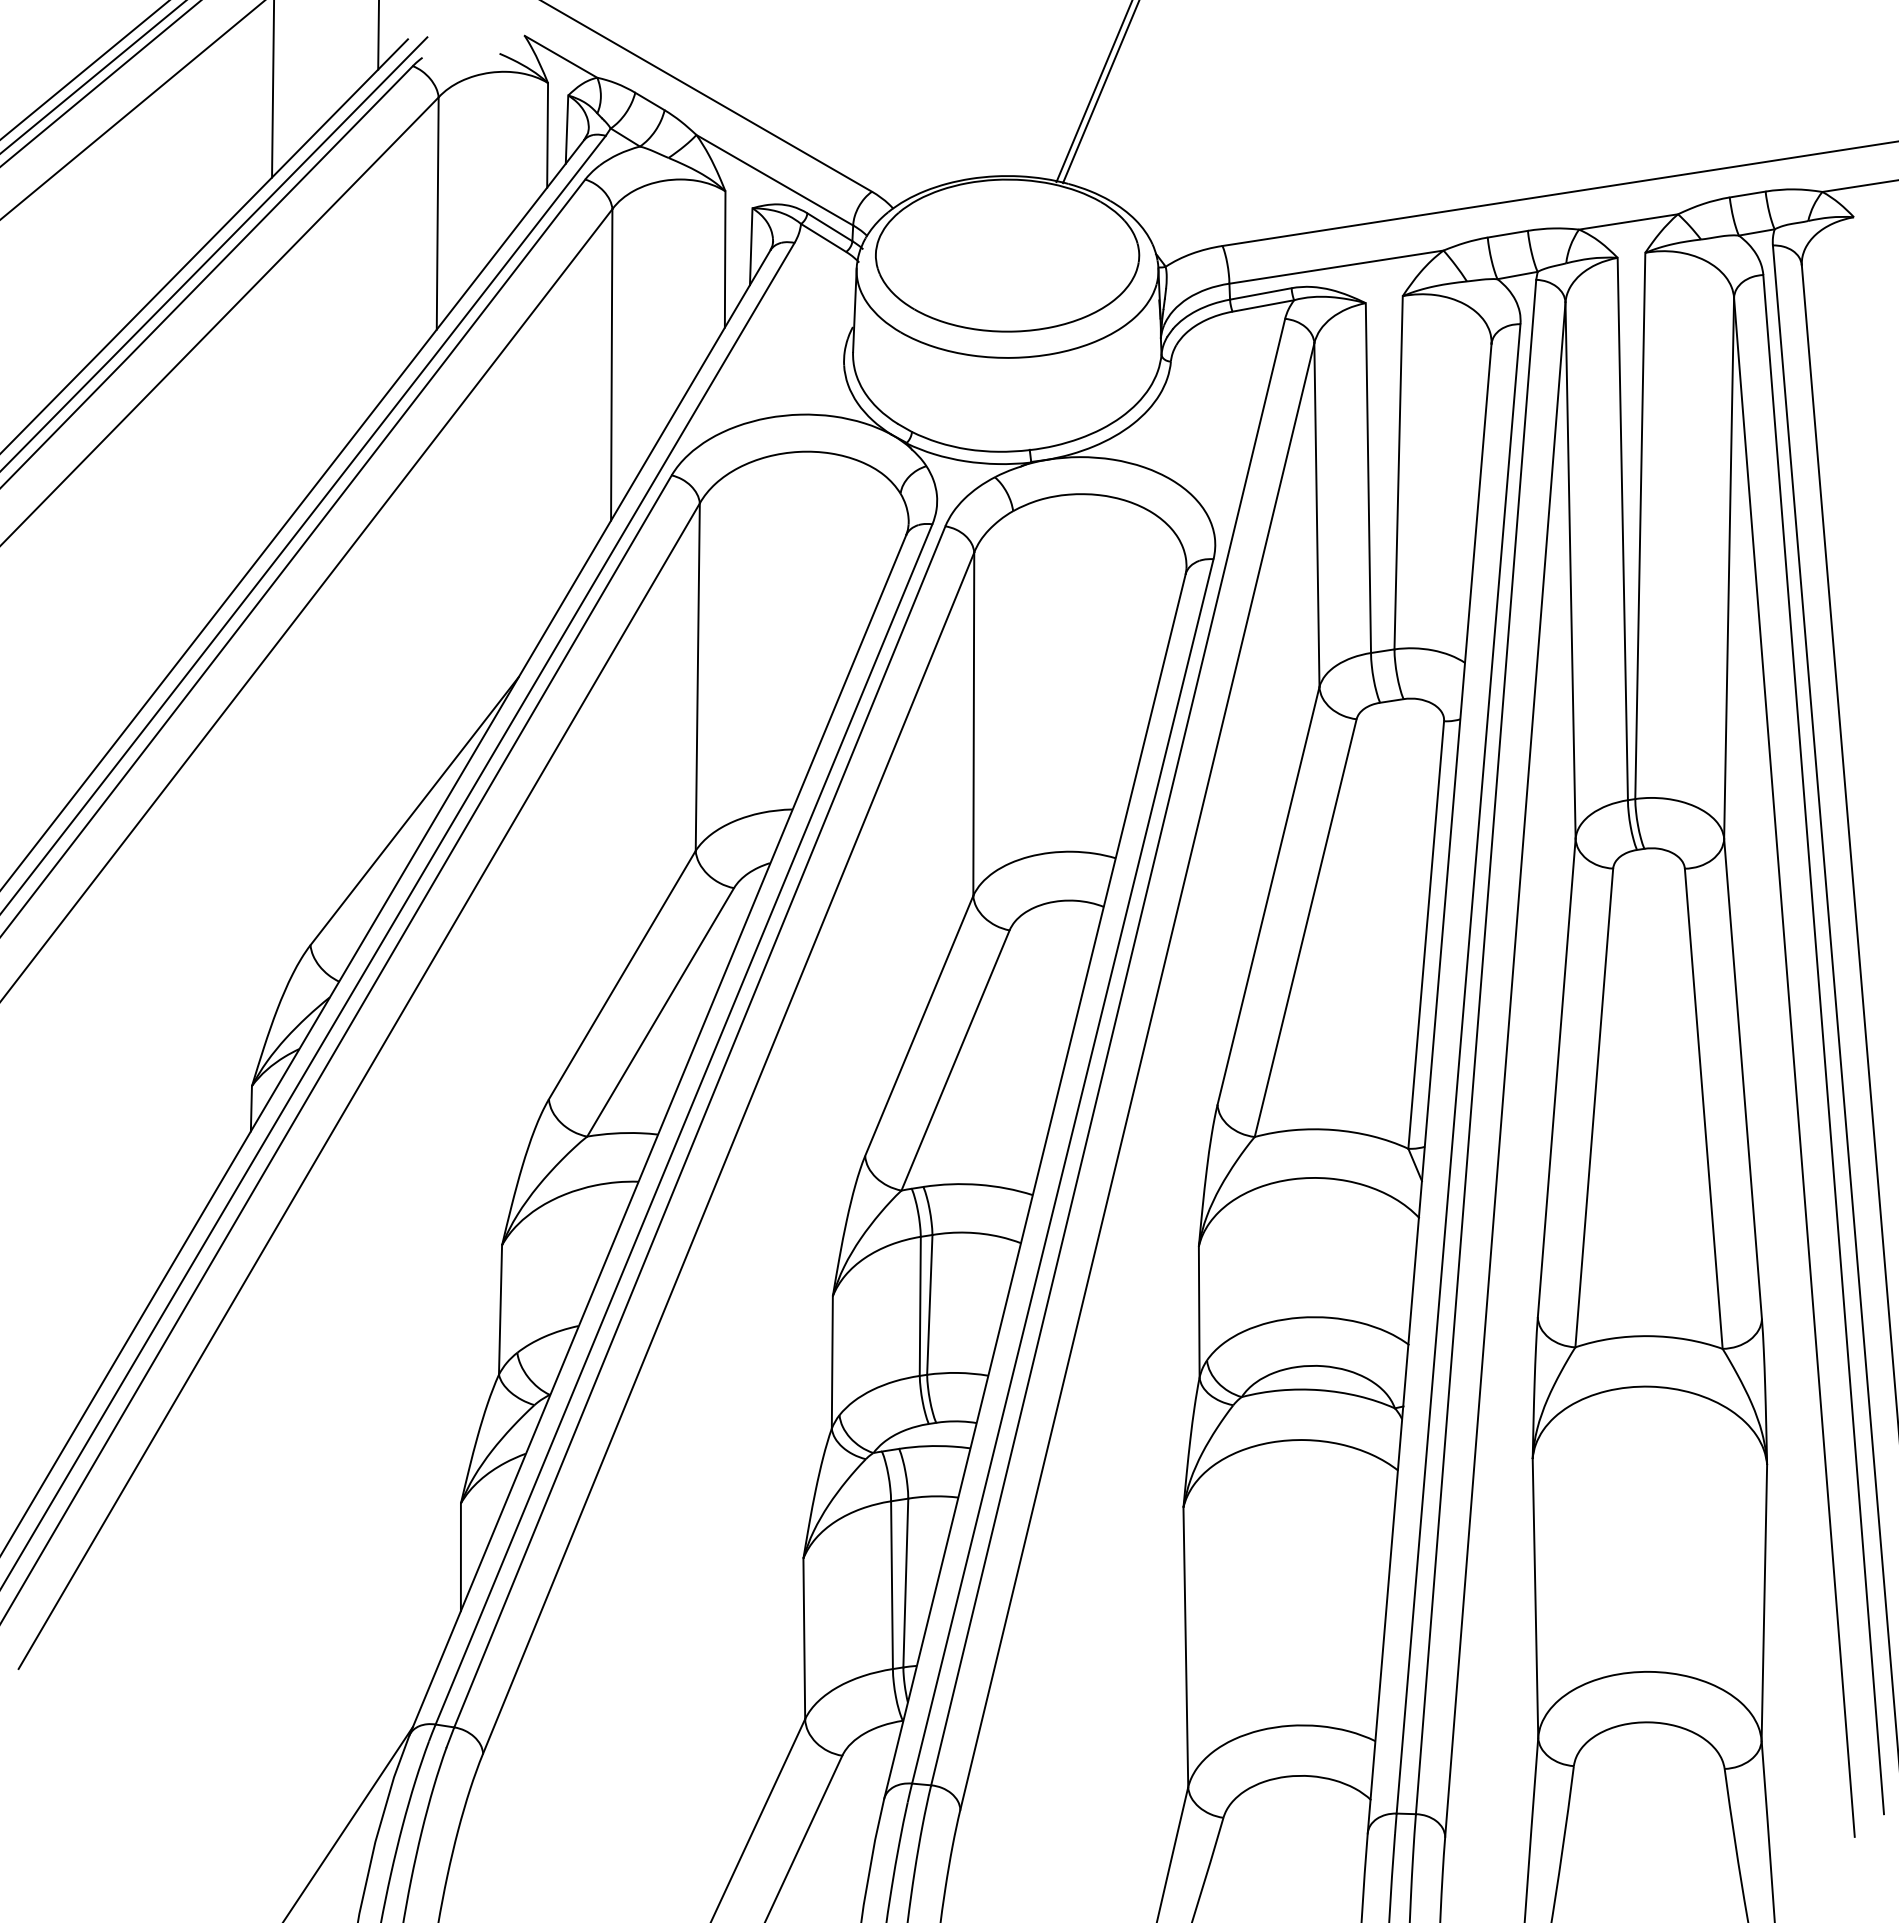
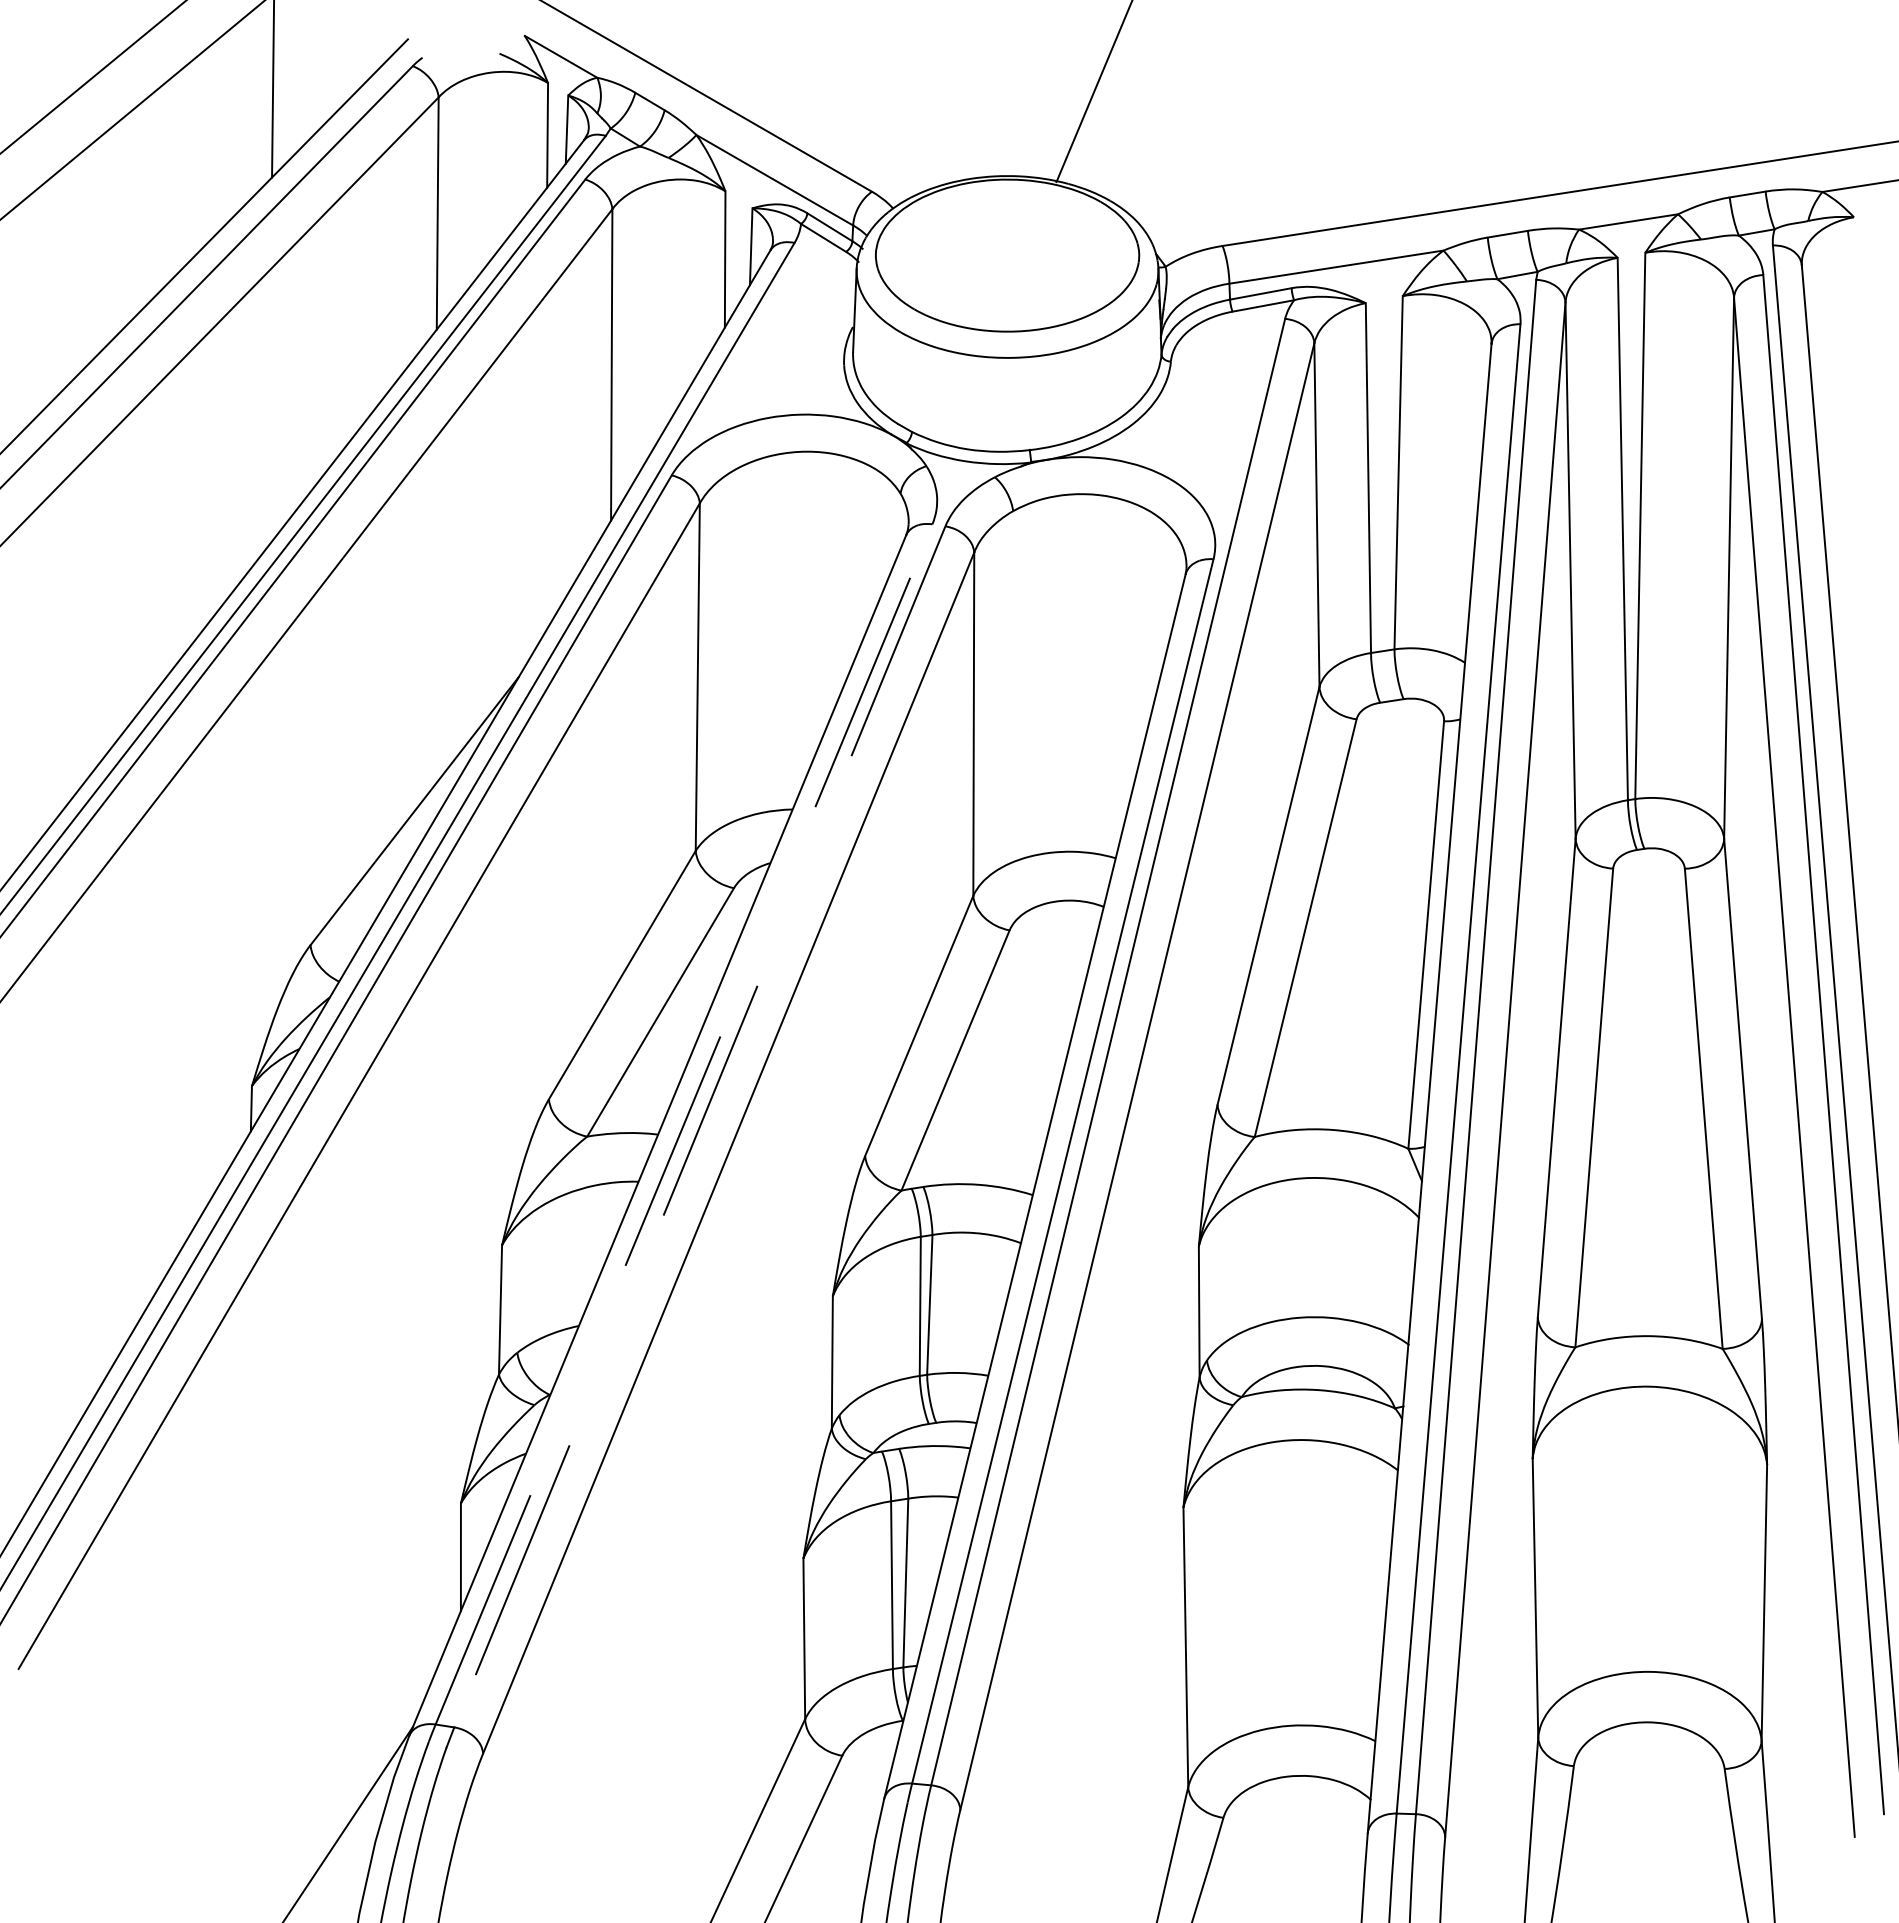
line at (378, 35): present -> none
line at (84, 70): present -> none
line at (100, 83): present -> none
line at (1100, 92): present -> none
line at (214, 253): present -> none
line at (684, 1123): solid -> dashed
line at (699, 1126): solid -> dashed
